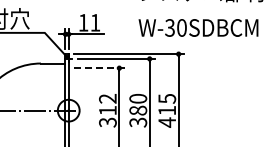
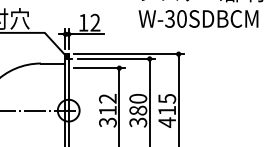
text at (95, 22): 11 -> 12
text at (198, 27) position: (198, 27) -> (198, 18)
line at (100, 68): dashed -> solid
